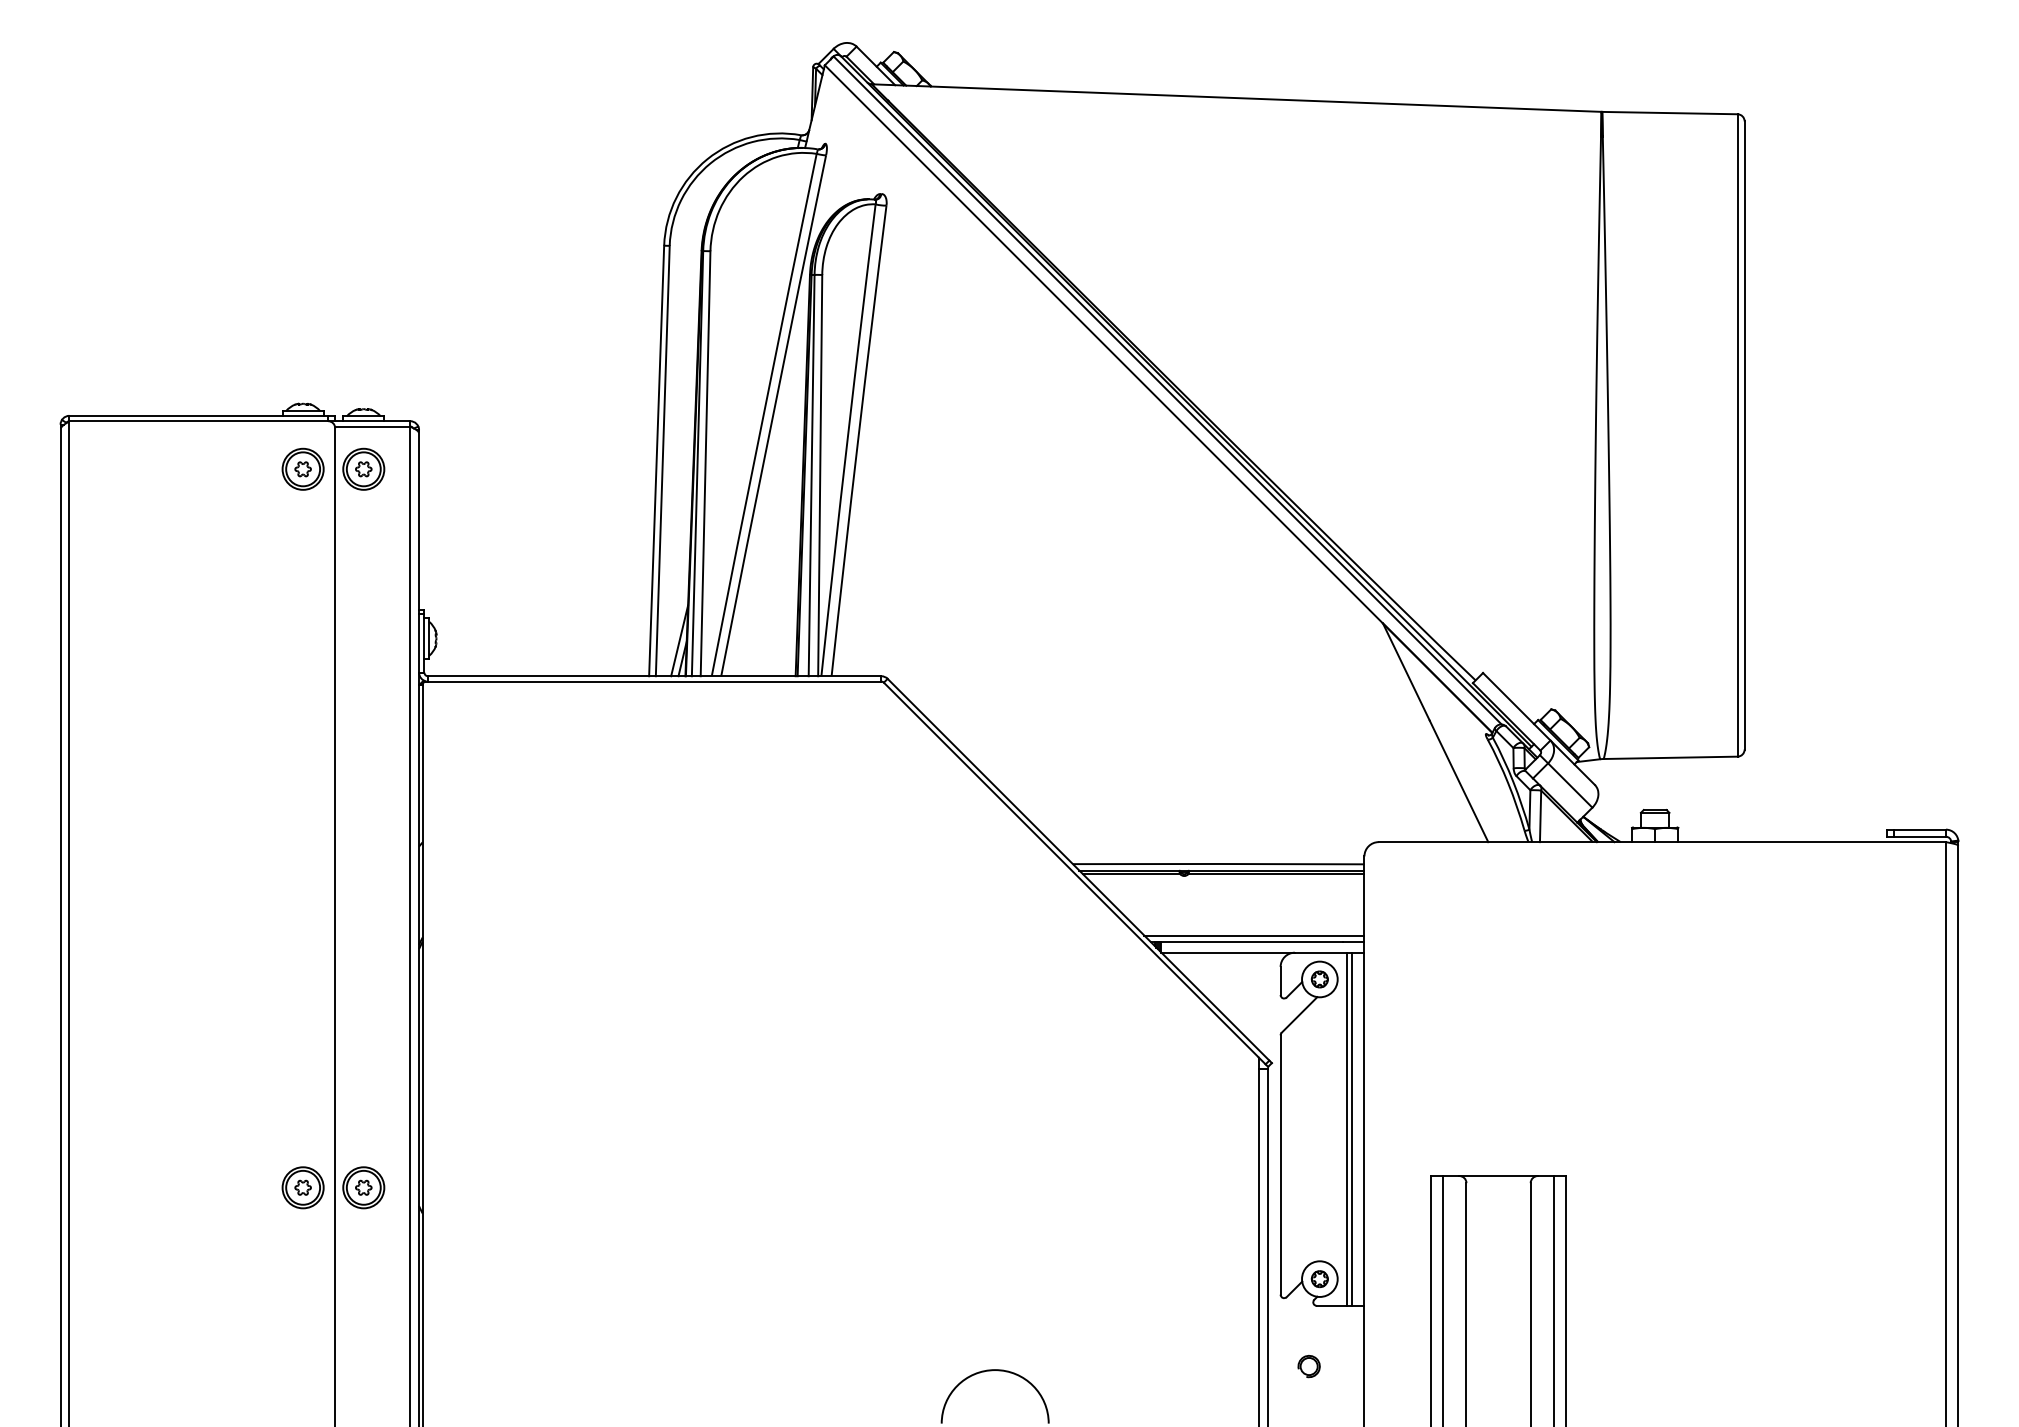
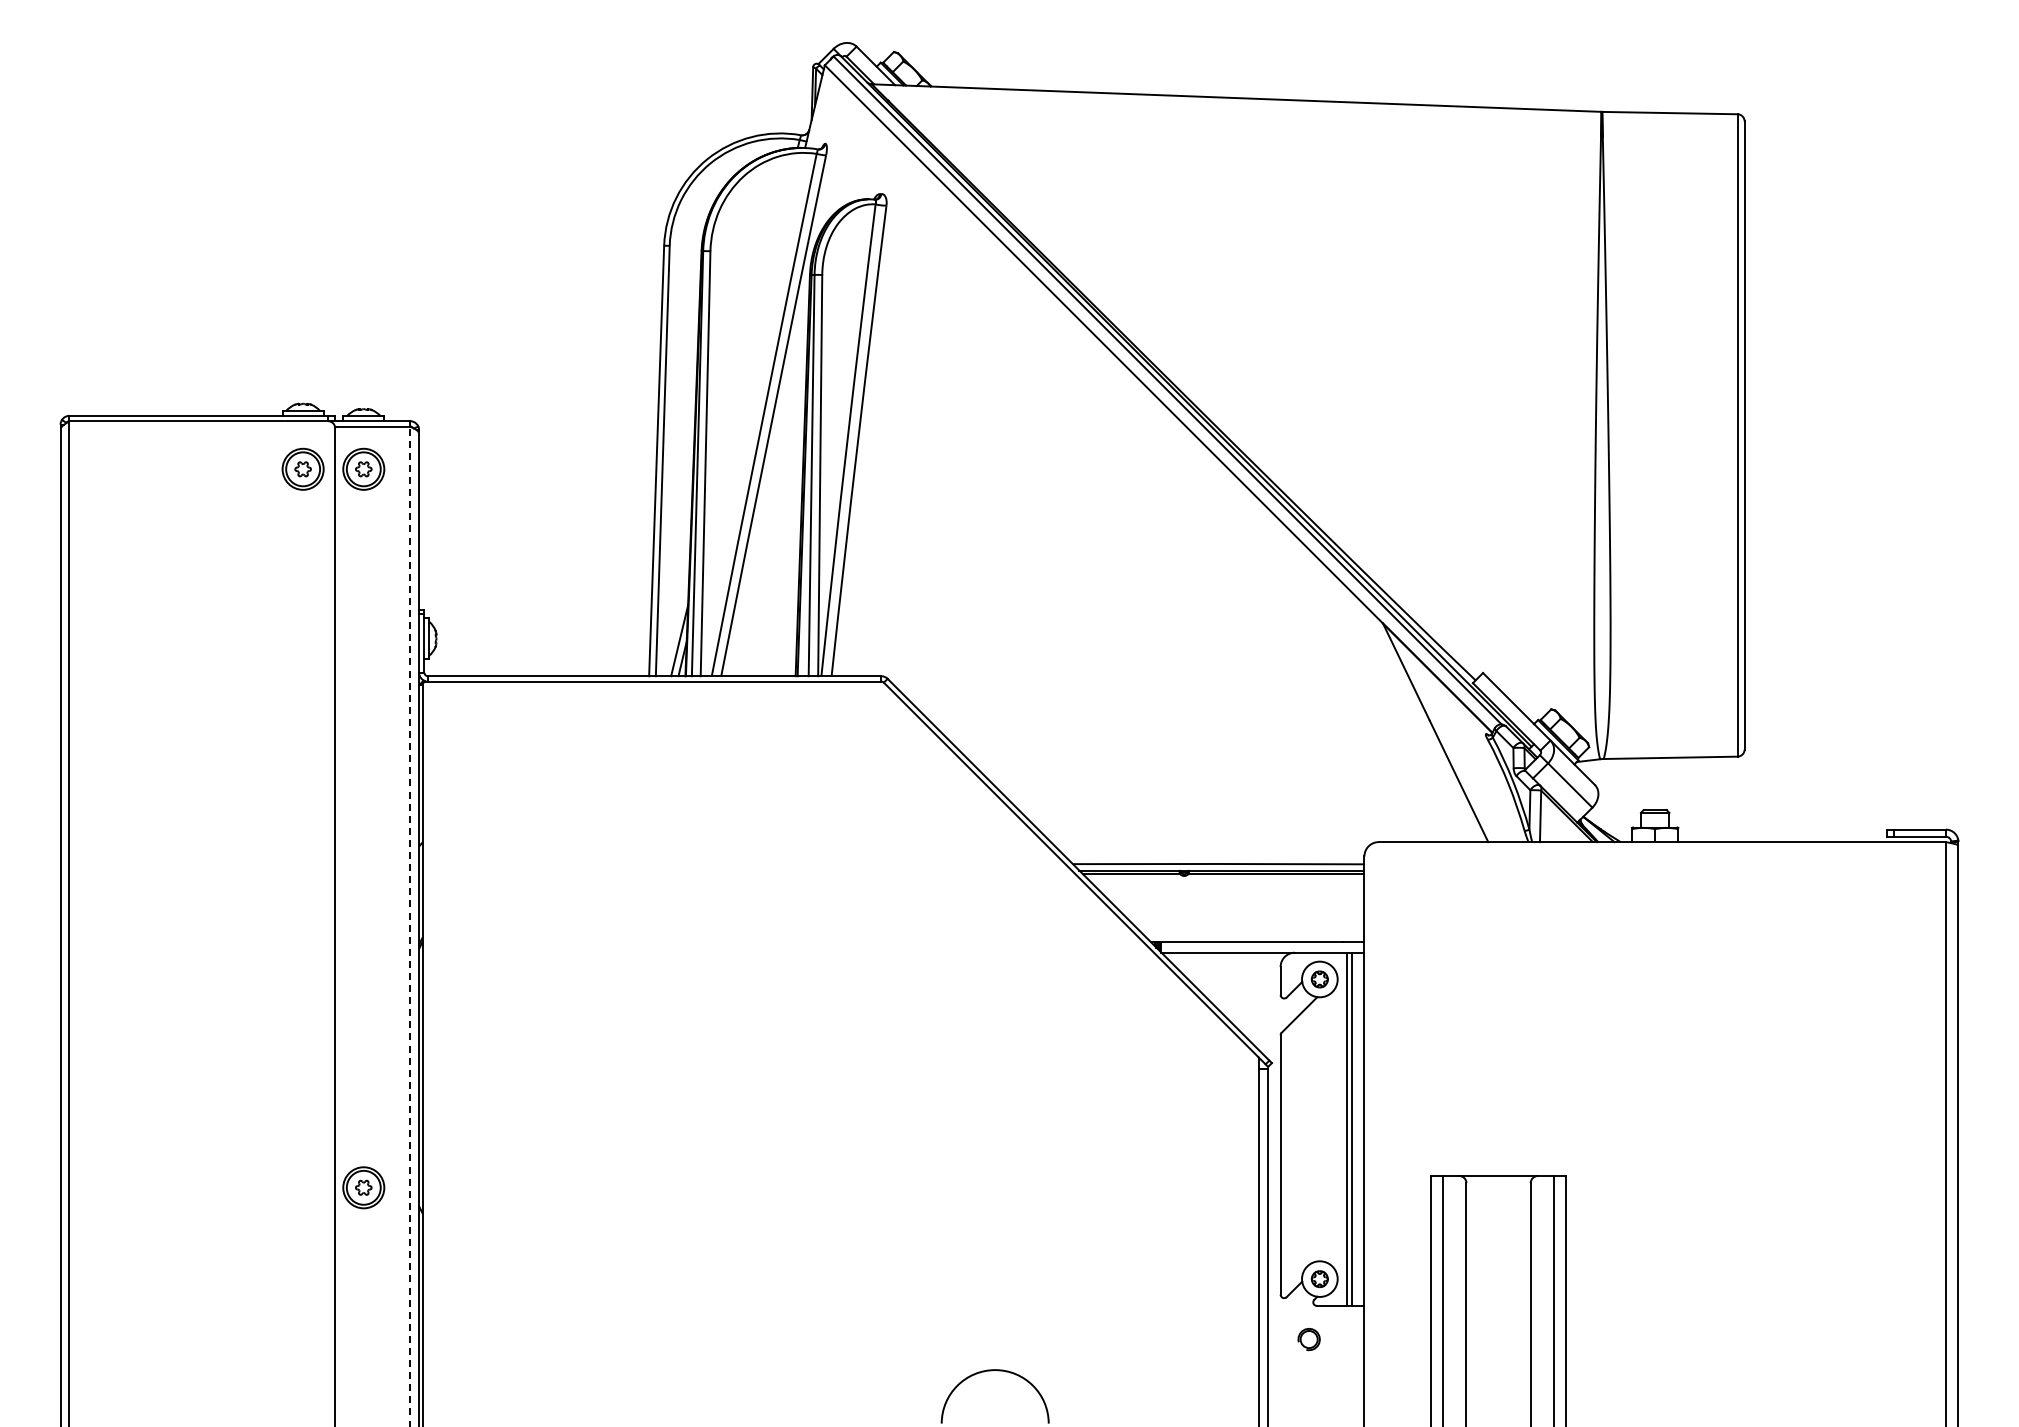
line at (410, 926): solid -> dashed
line at (1254, 935): present -> none
part at (302, 1187): present -> none
part at (1308, 1366) position: (1308, 1366) -> (1308, 1339)
